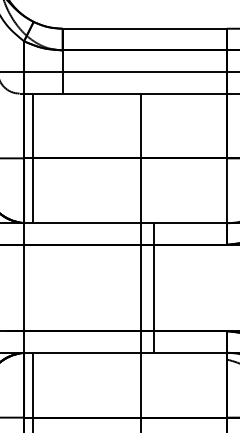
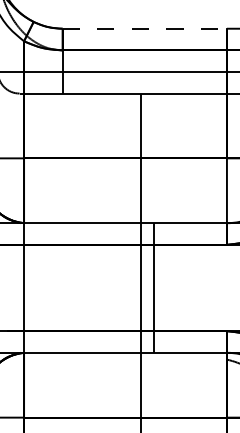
line at (145, 28): solid -> dashed
line at (32, 158): present -> none
line at (32, 390): present -> none
